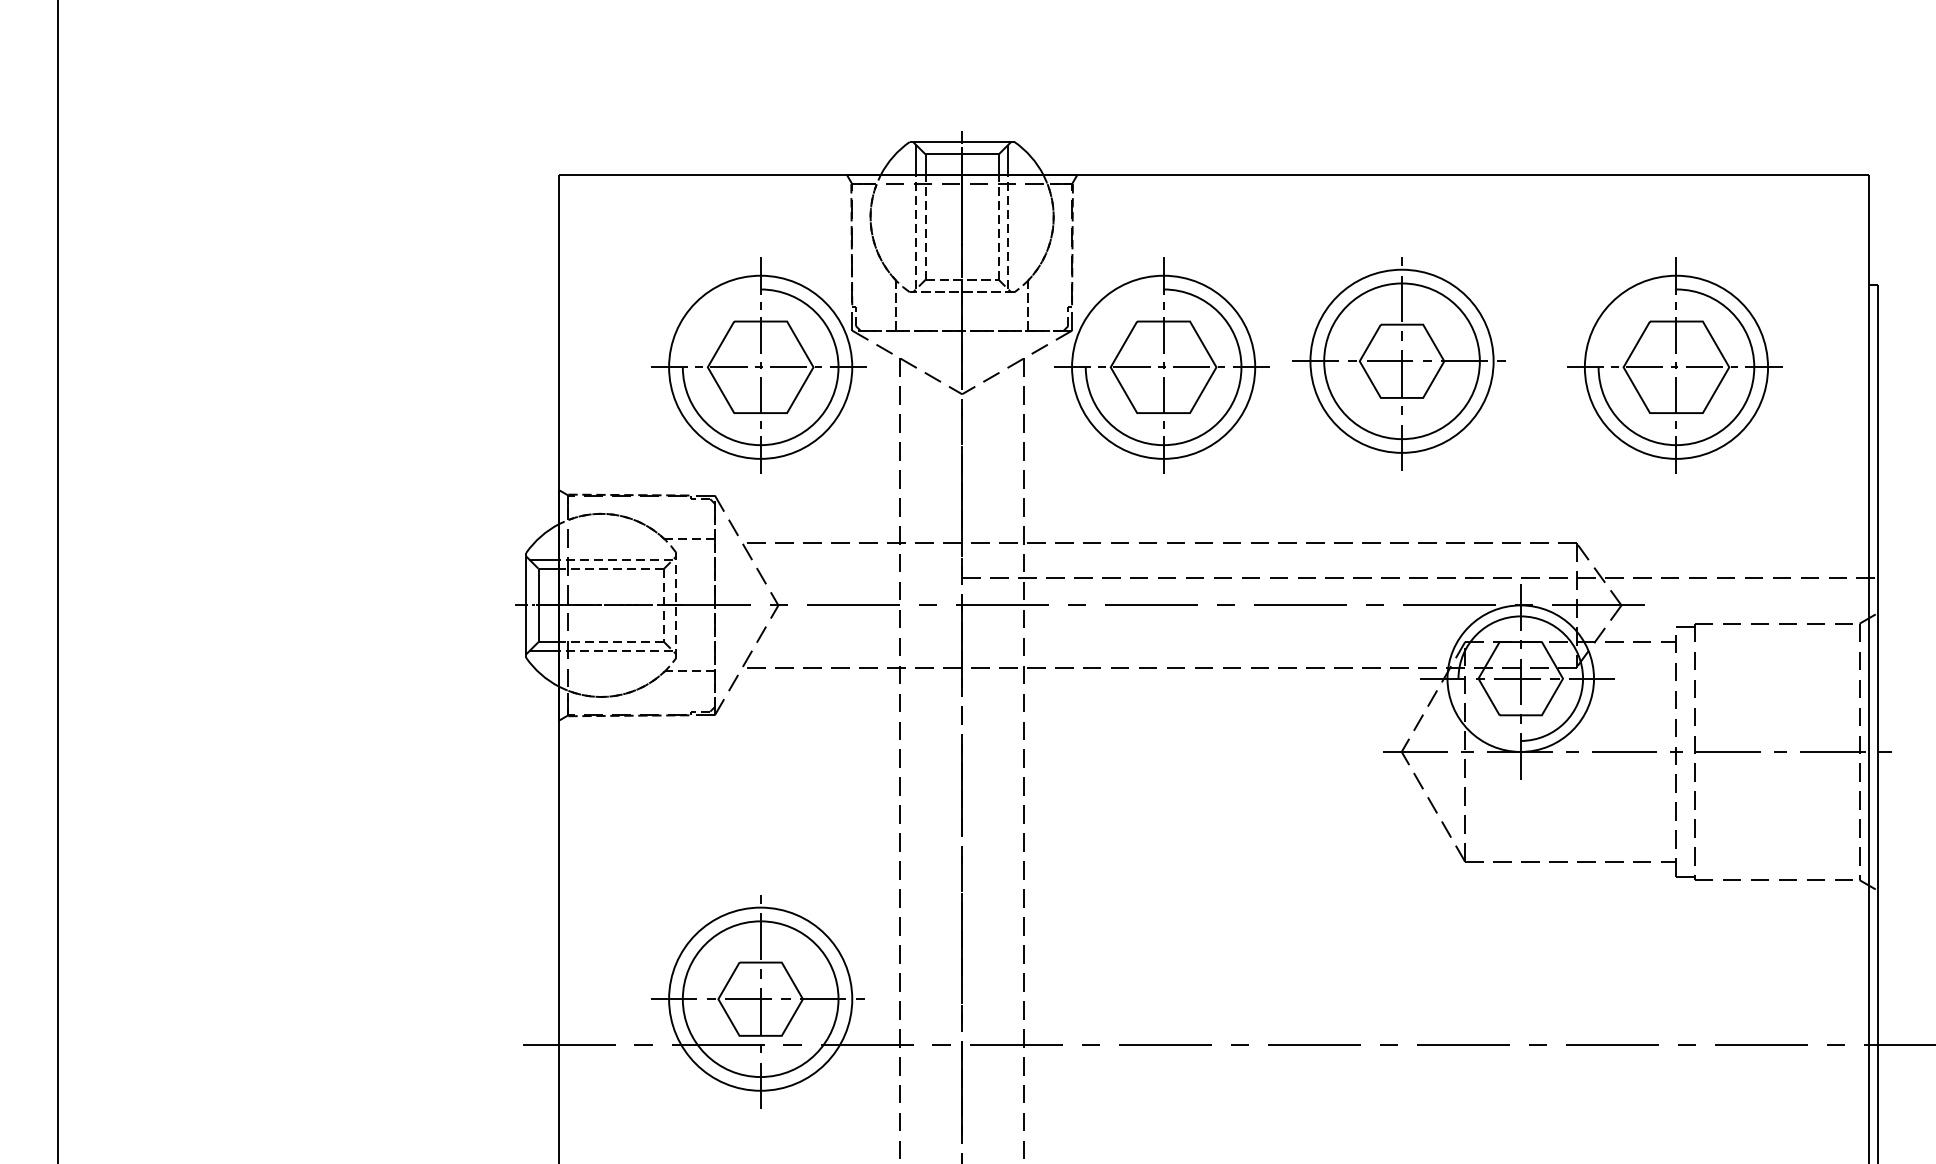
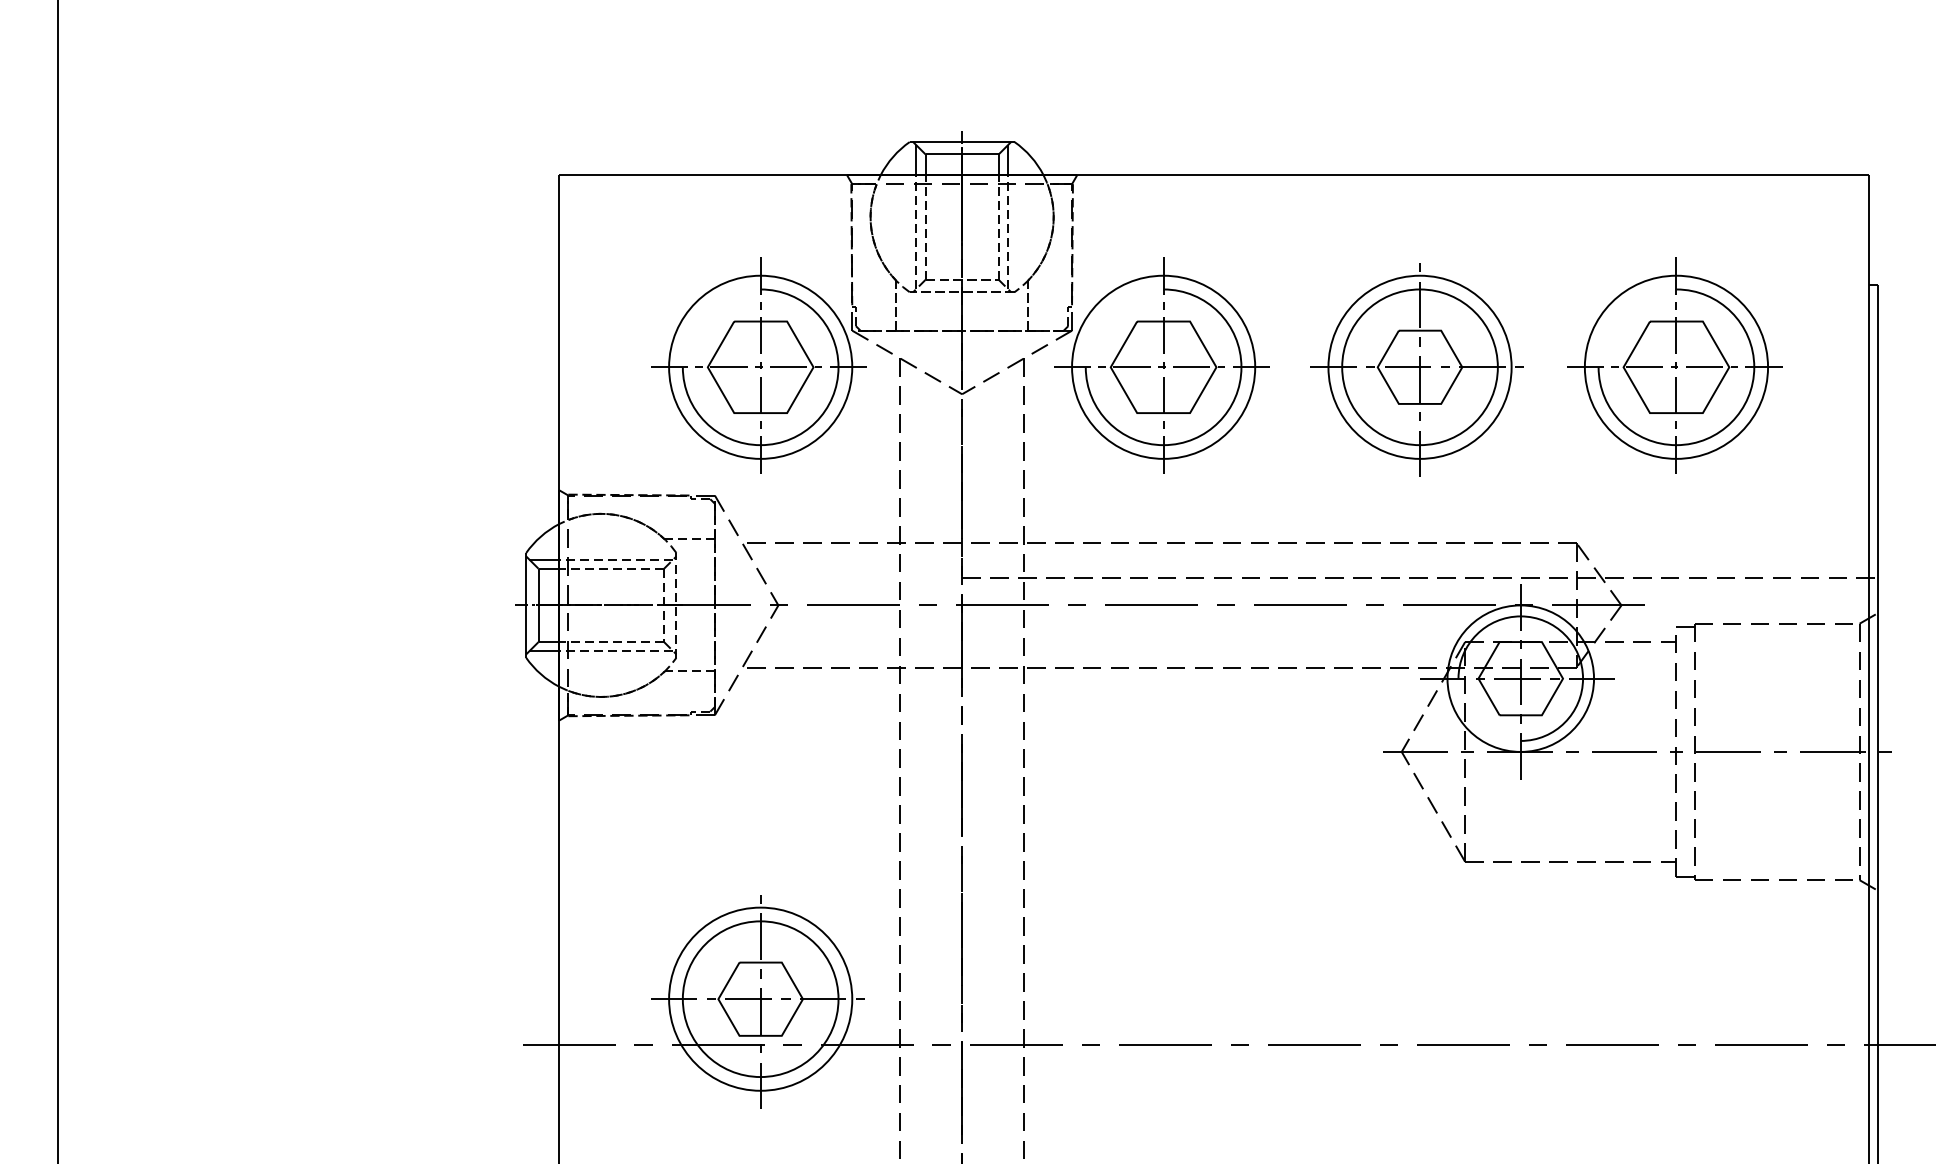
part at (1398, 363) position: (1398, 363) -> (1416, 369)
